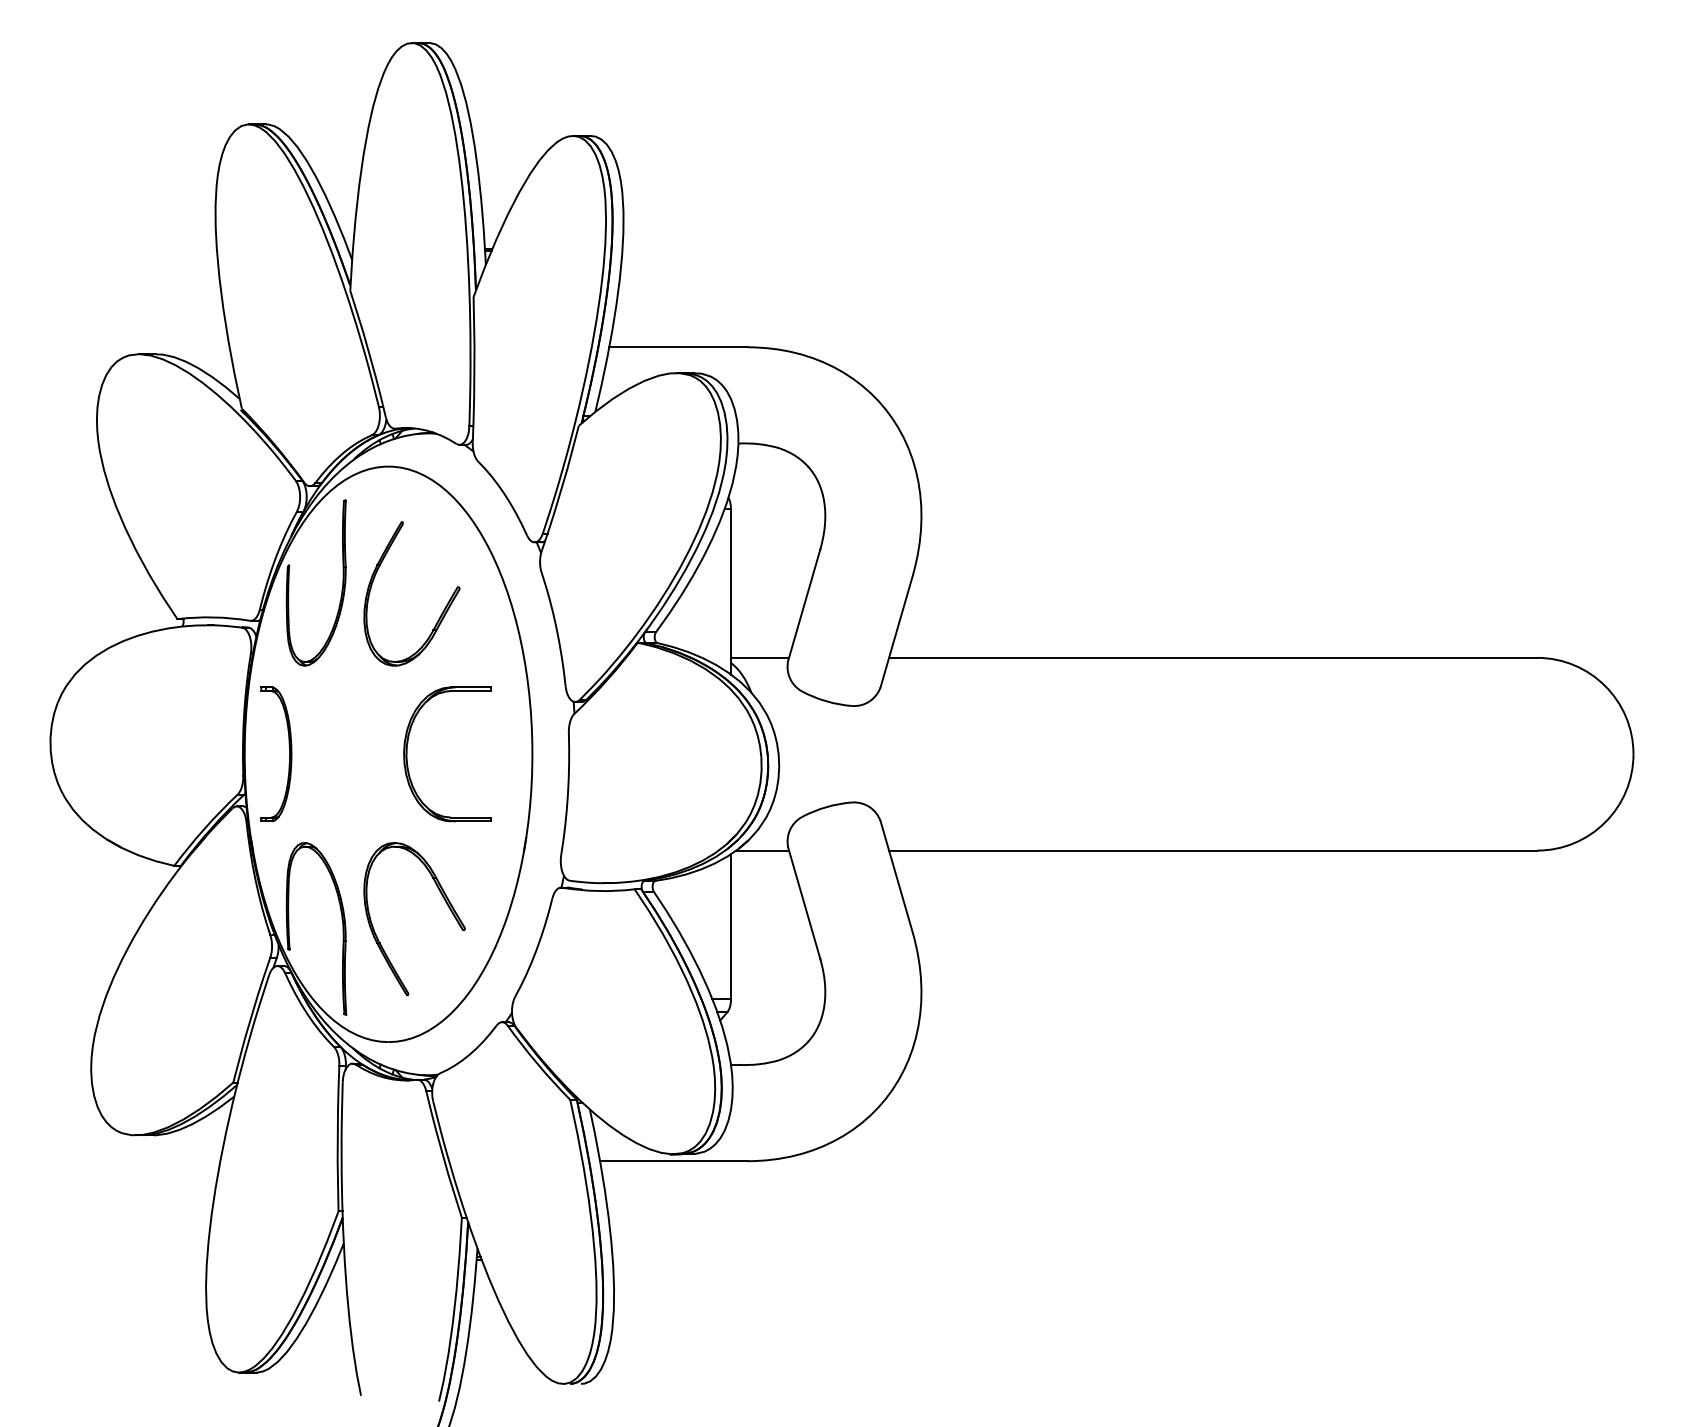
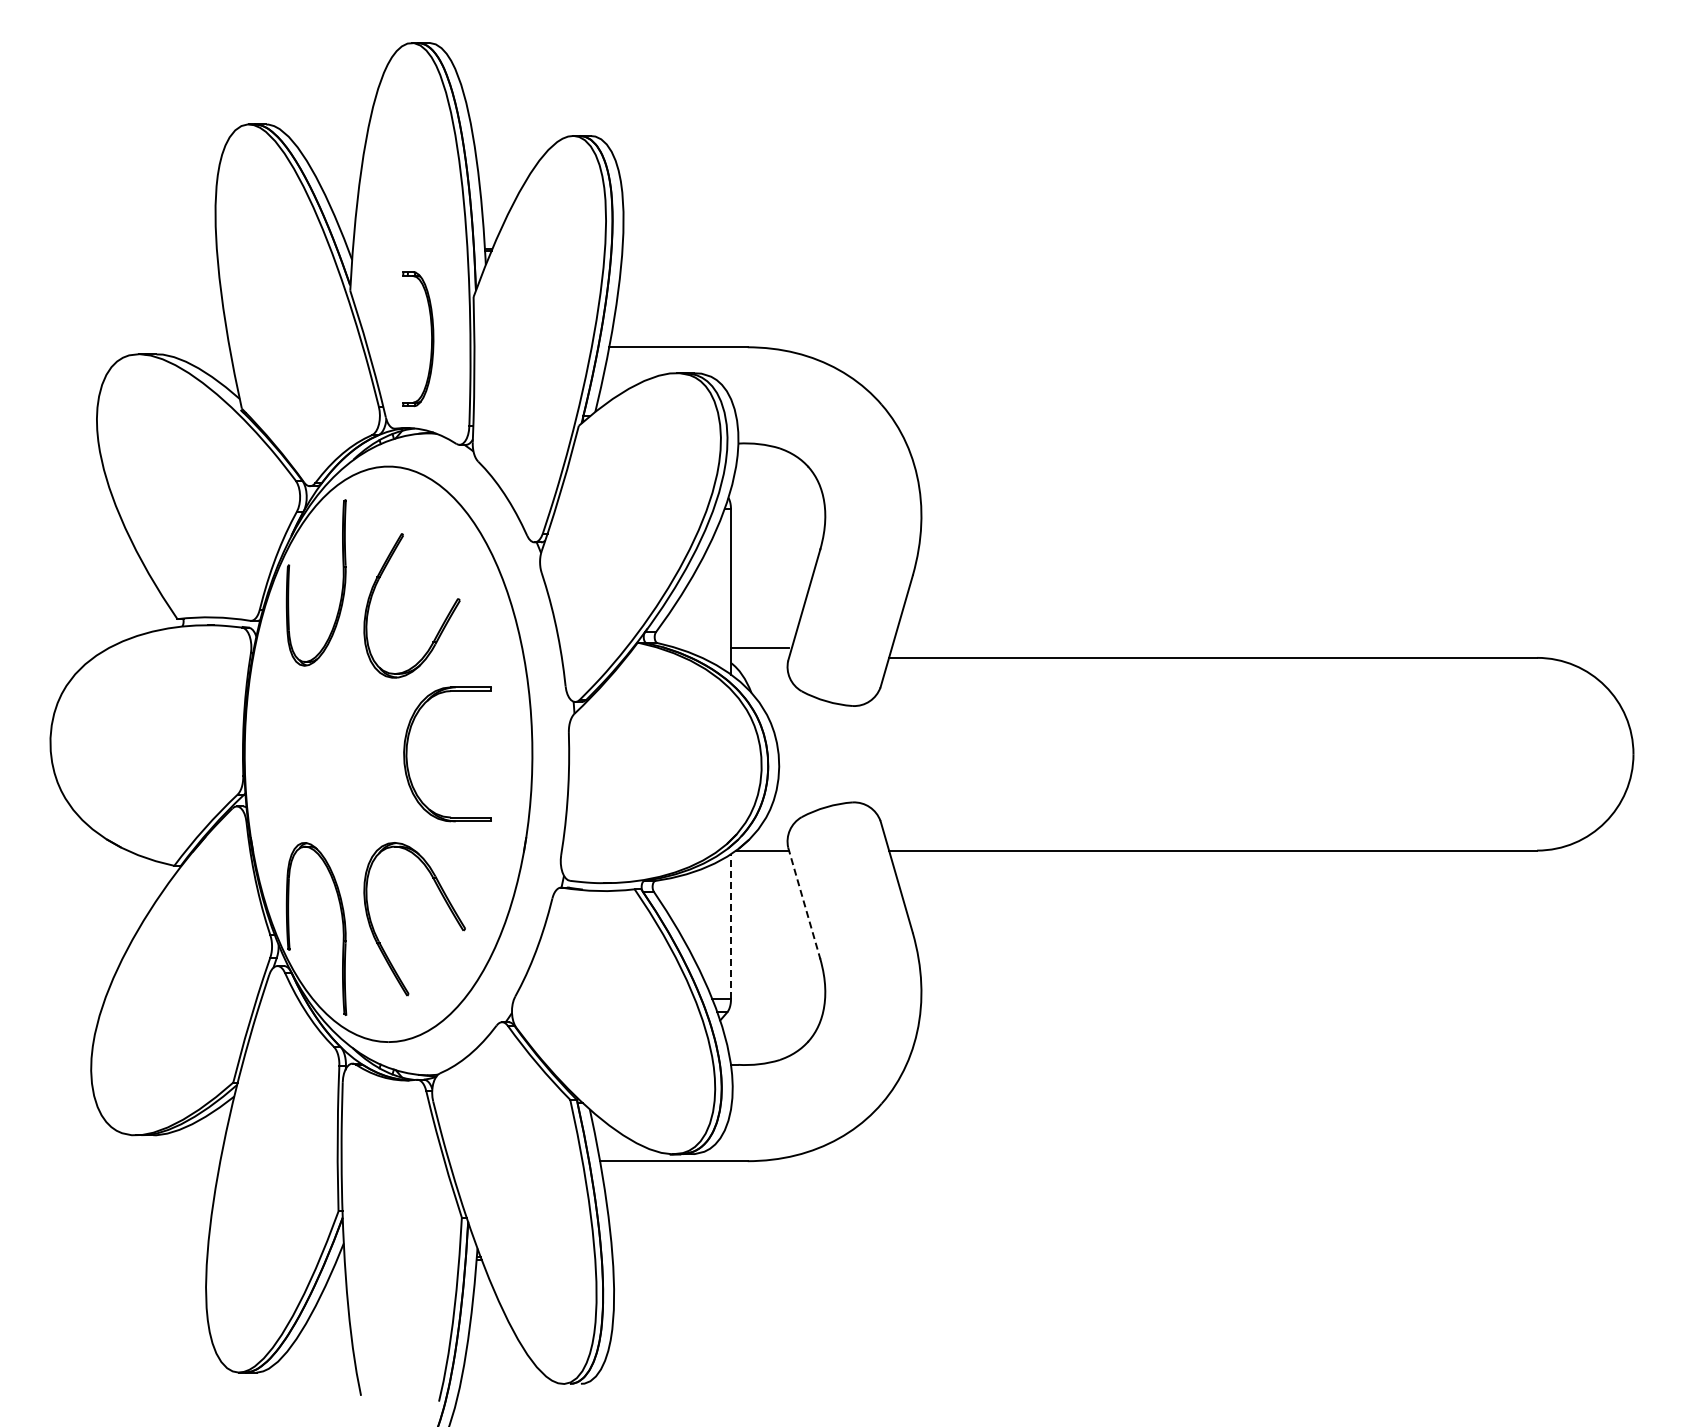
part at (443, 609) position: (443, 609) -> (443, 621)
line at (760, 657) position: (760, 657) -> (760, 647)
part at (289, 754) position: (289, 754) -> (431, 339)
line at (804, 904): solid -> dashed
line at (731, 926): solid -> dashed
